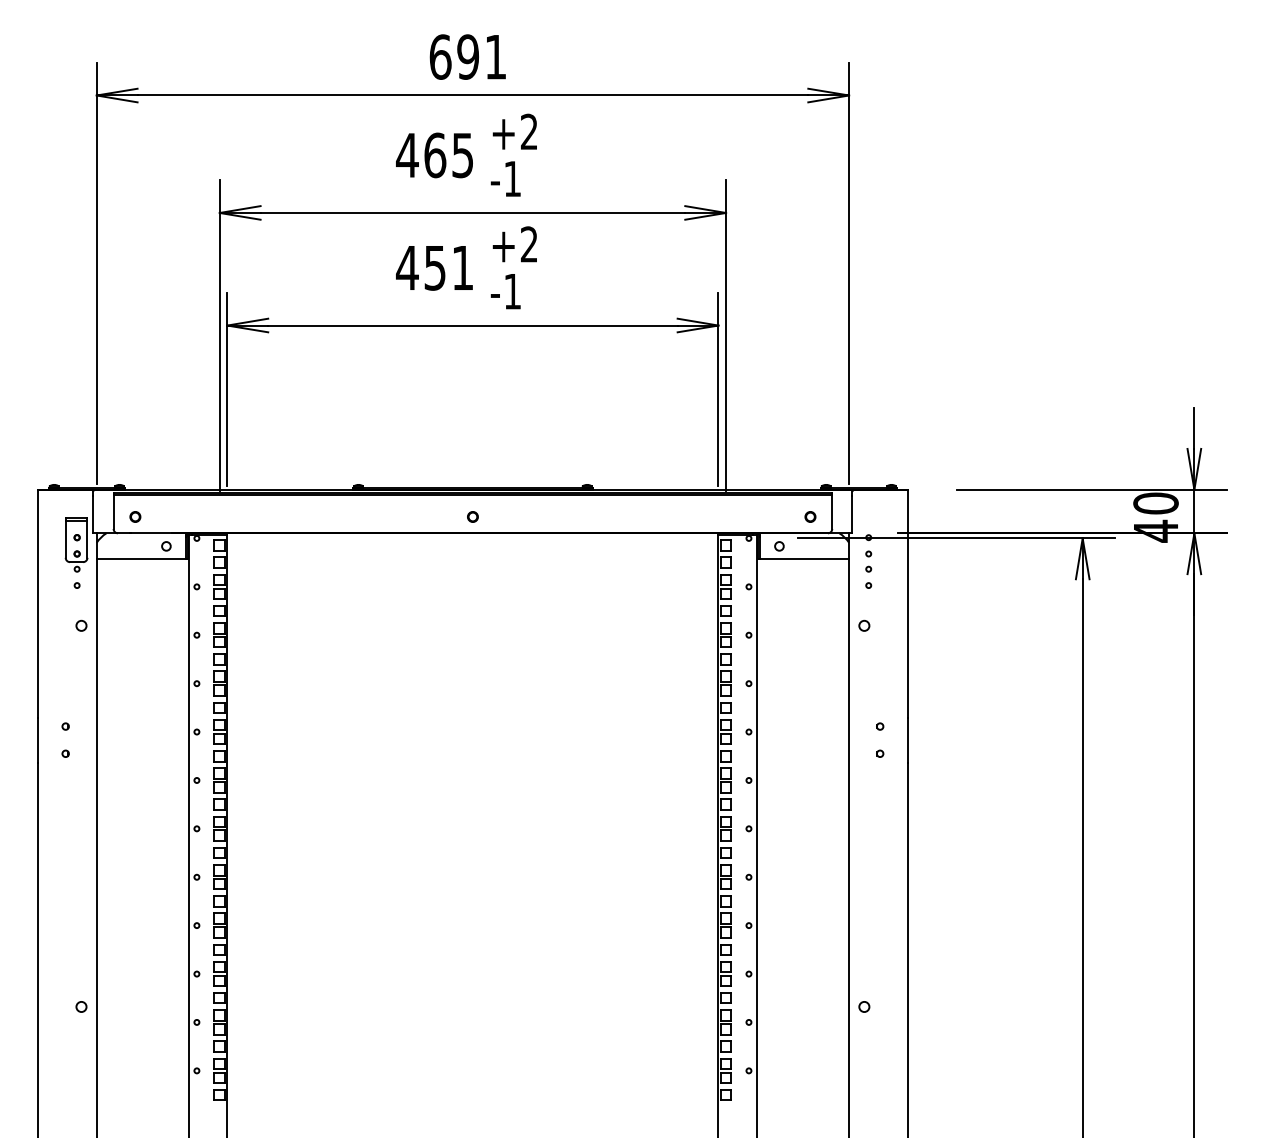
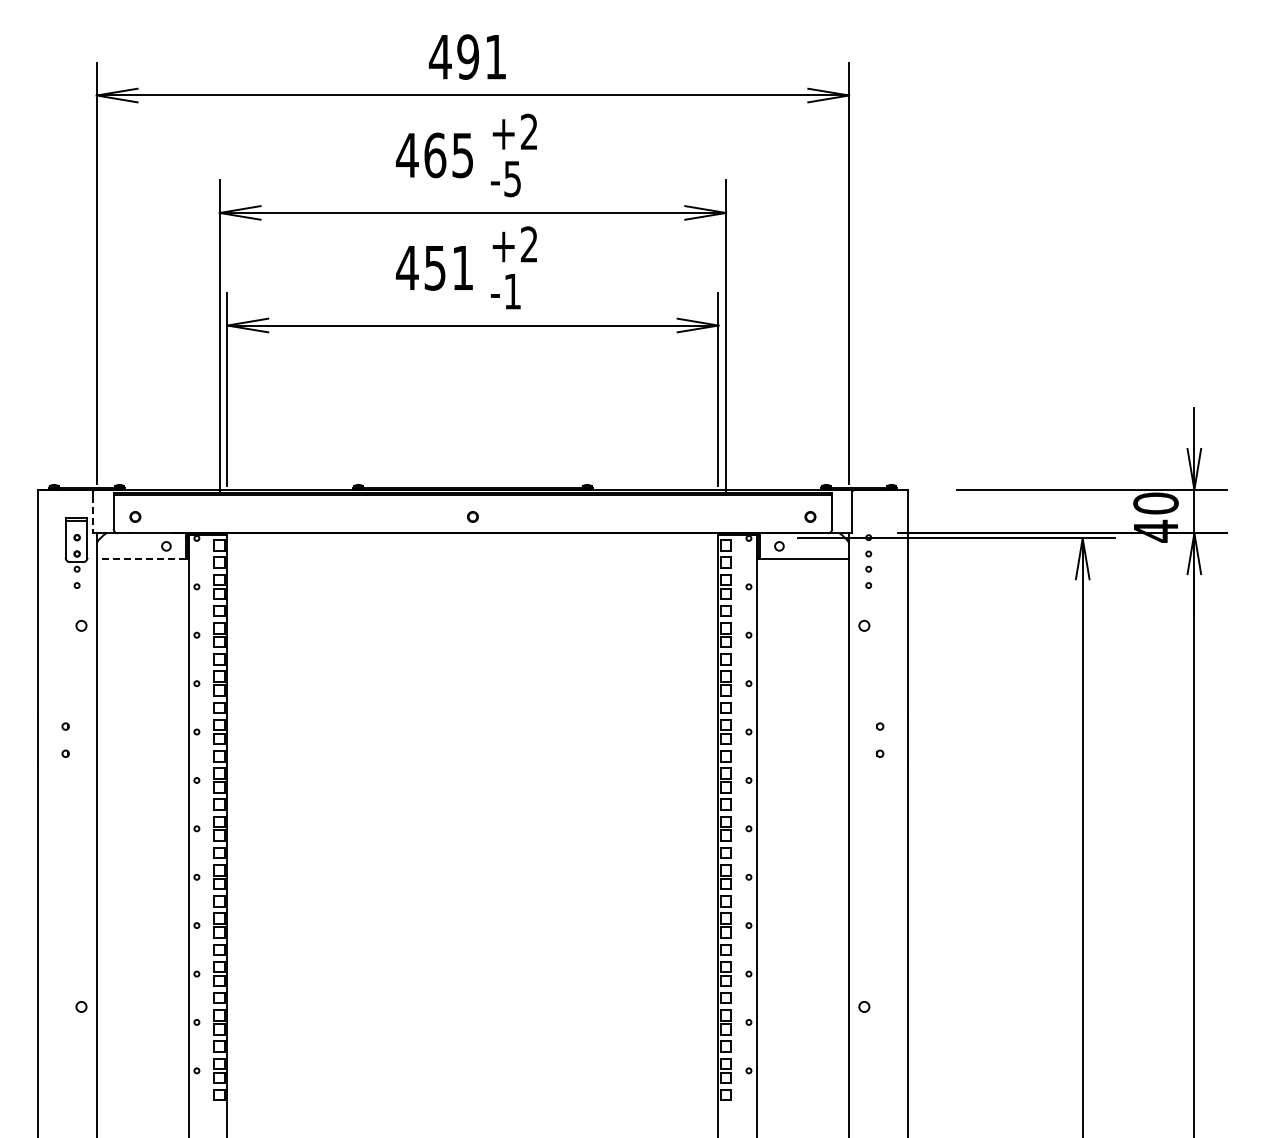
text at (439, 56): 691 -> 491
text at (512, 179): -1 -> -5
line at (93, 514): solid -> dashed
line at (140, 559): solid -> dashed
